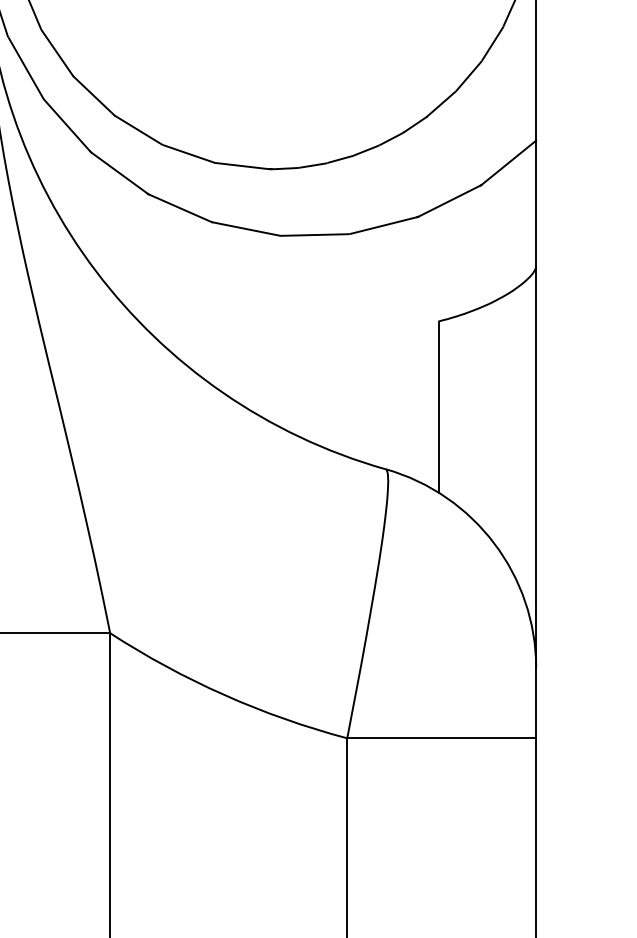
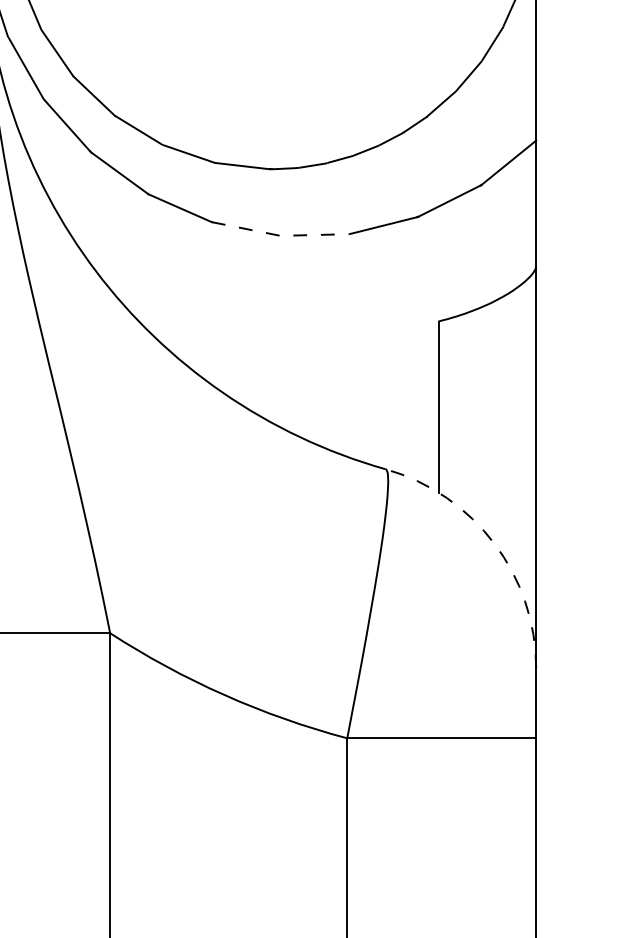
line at (280, 235): solid -> dashed
arc at (494, 543): solid -> dashed
